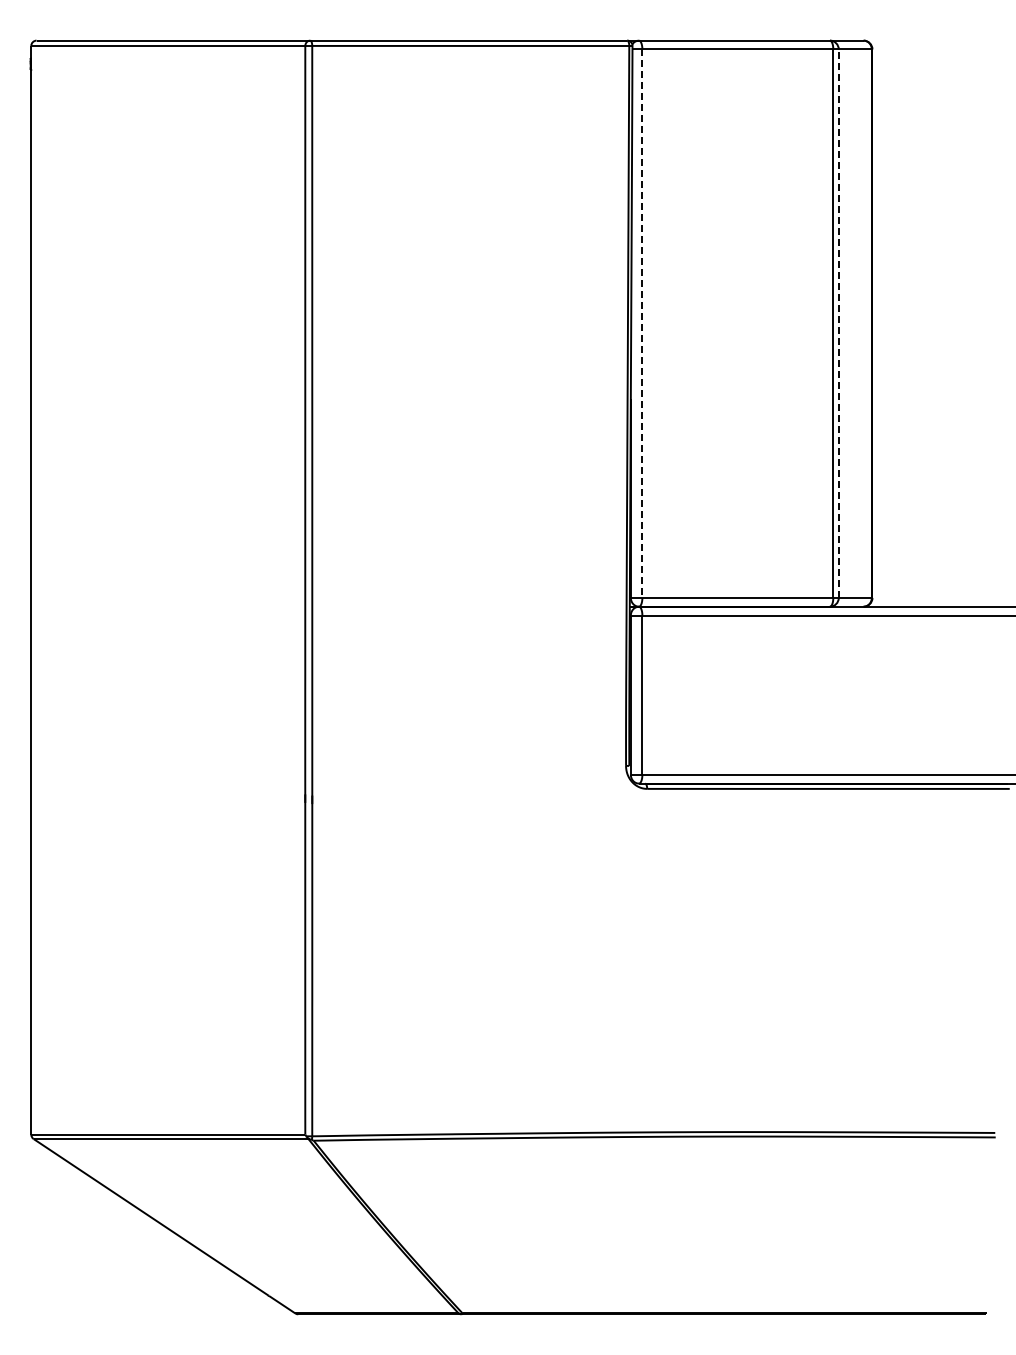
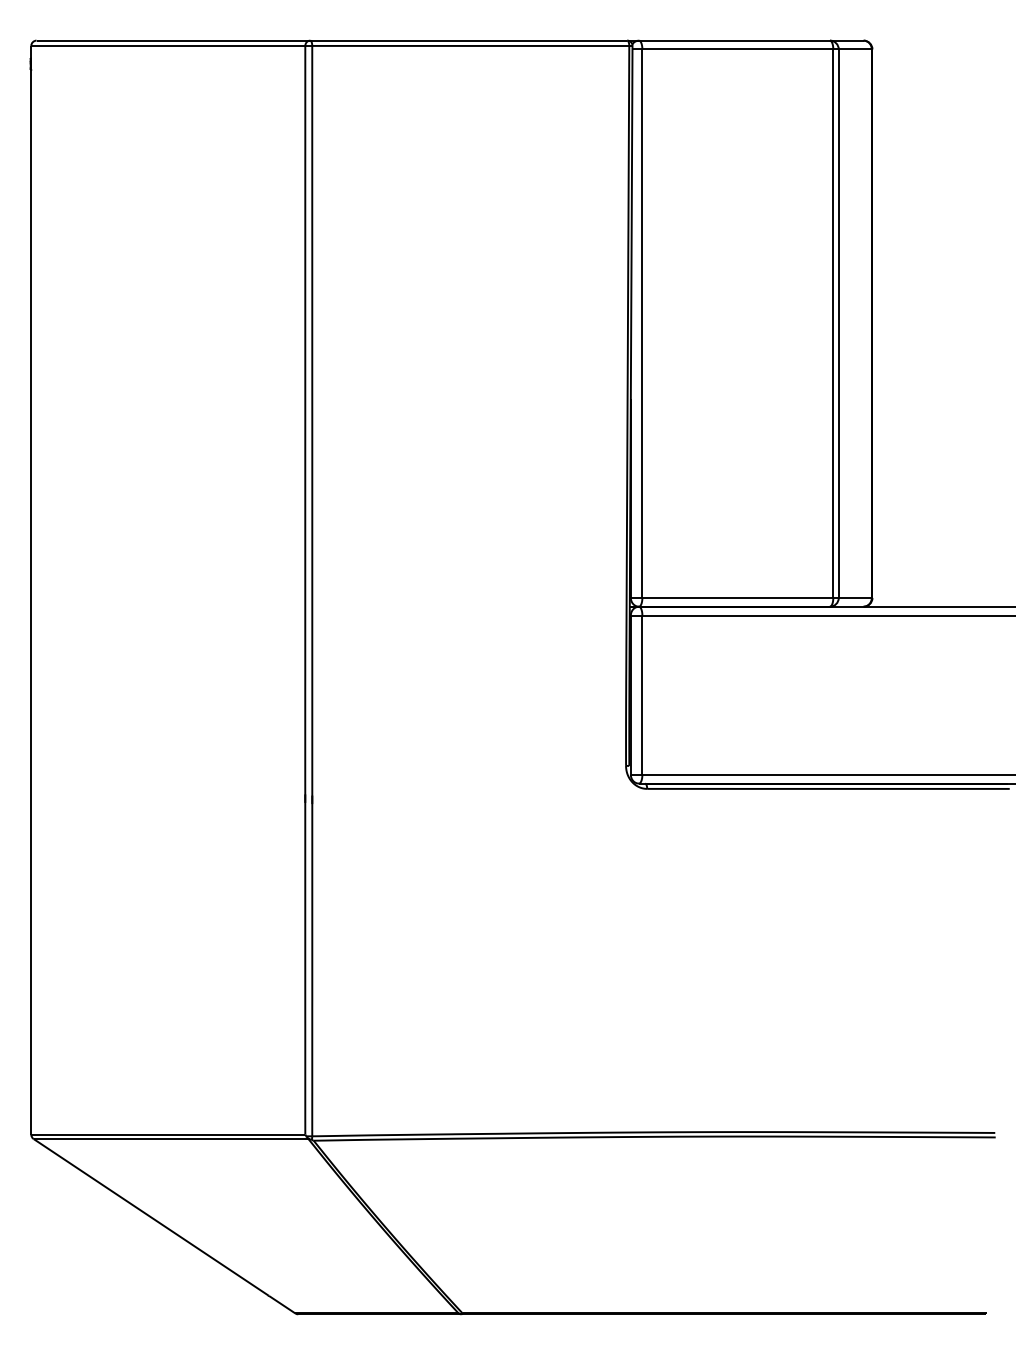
line at (838, 323): dashed -> solid
line at (642, 324): dashed -> solid
